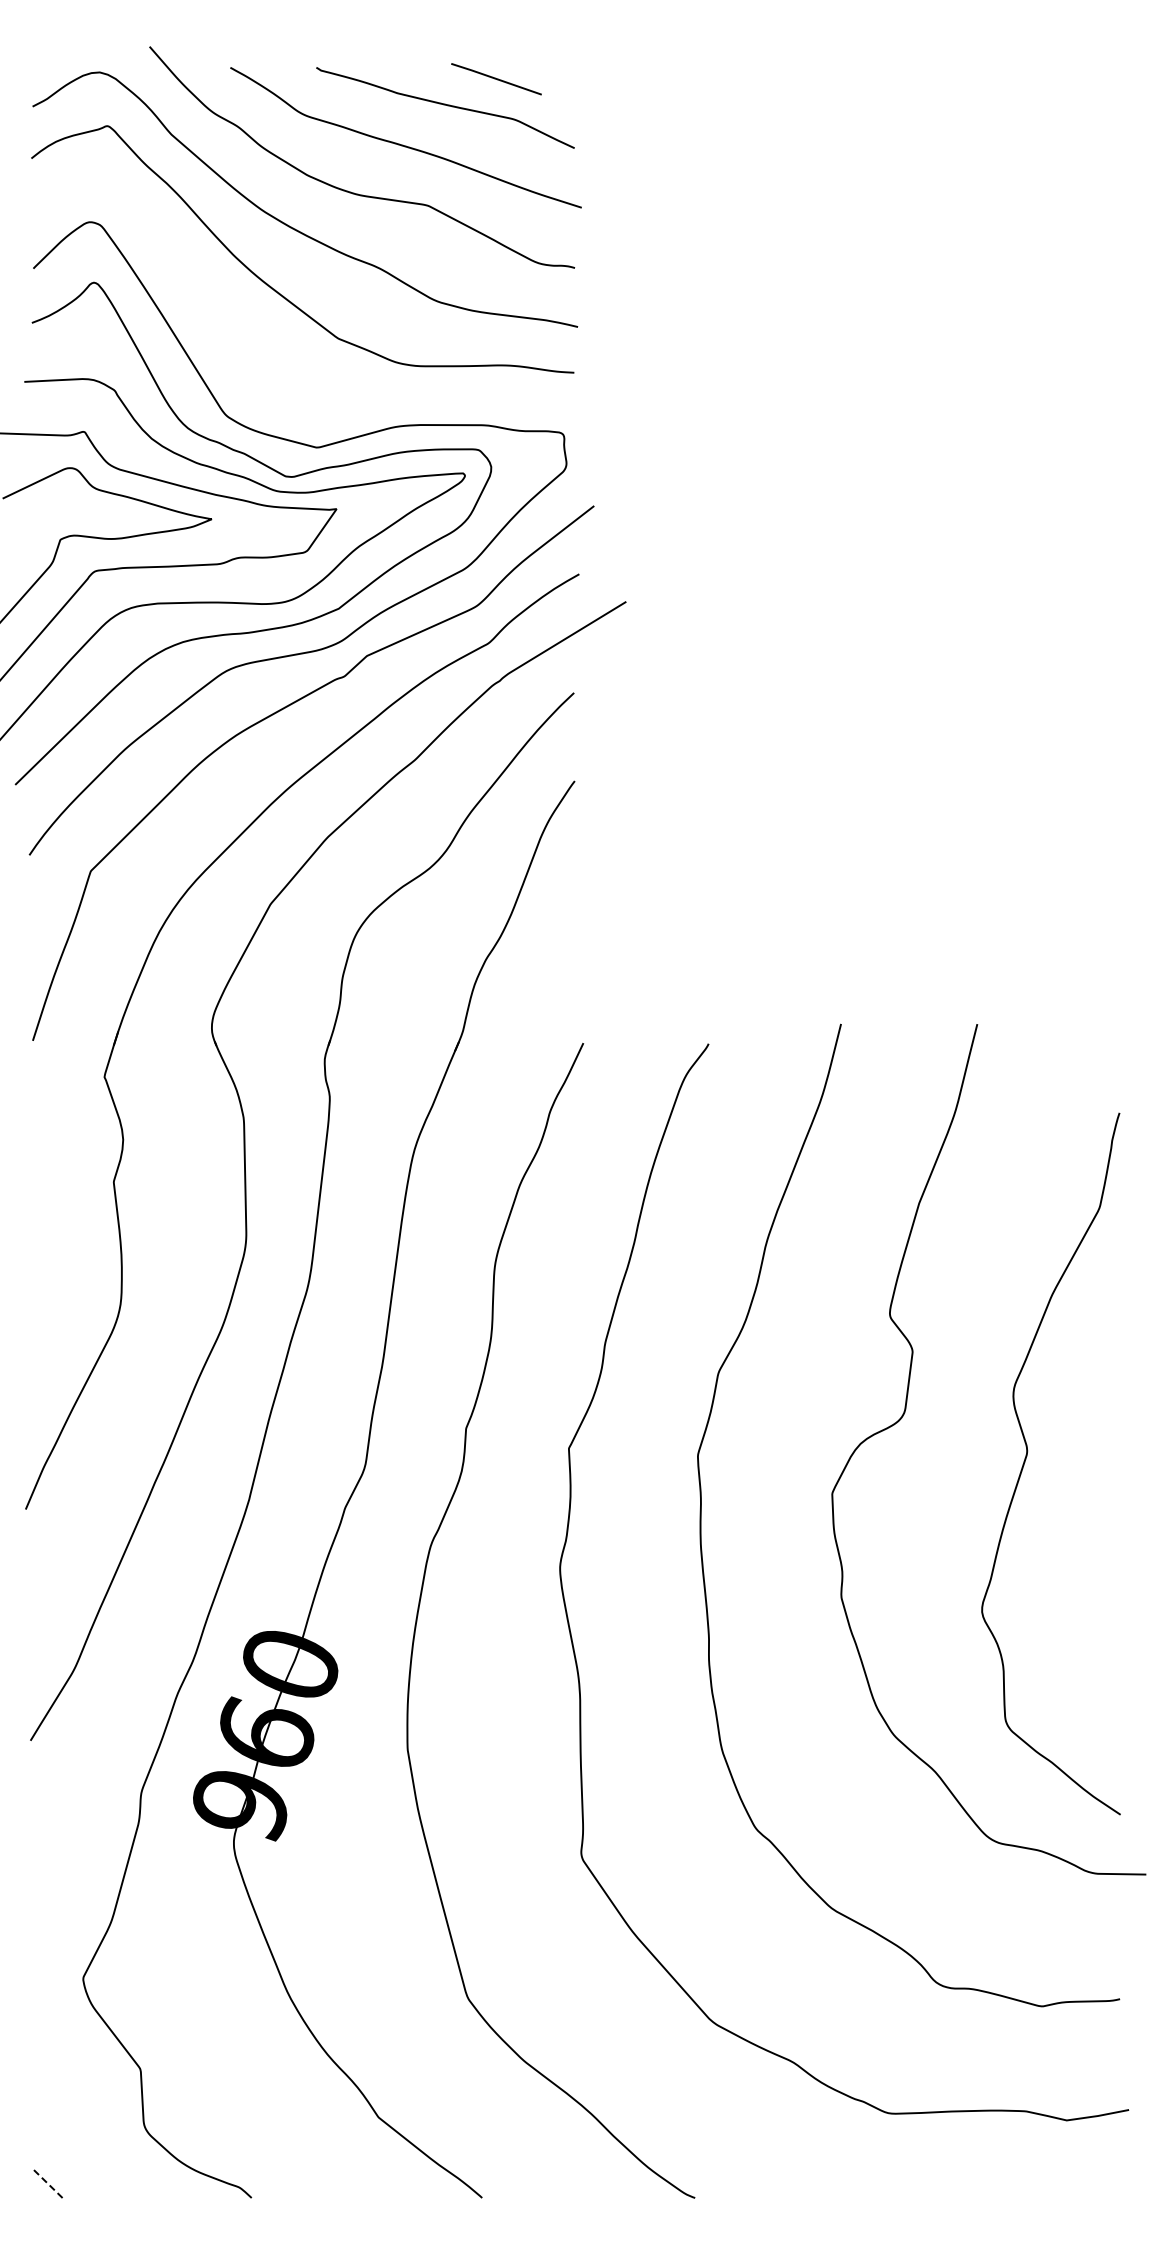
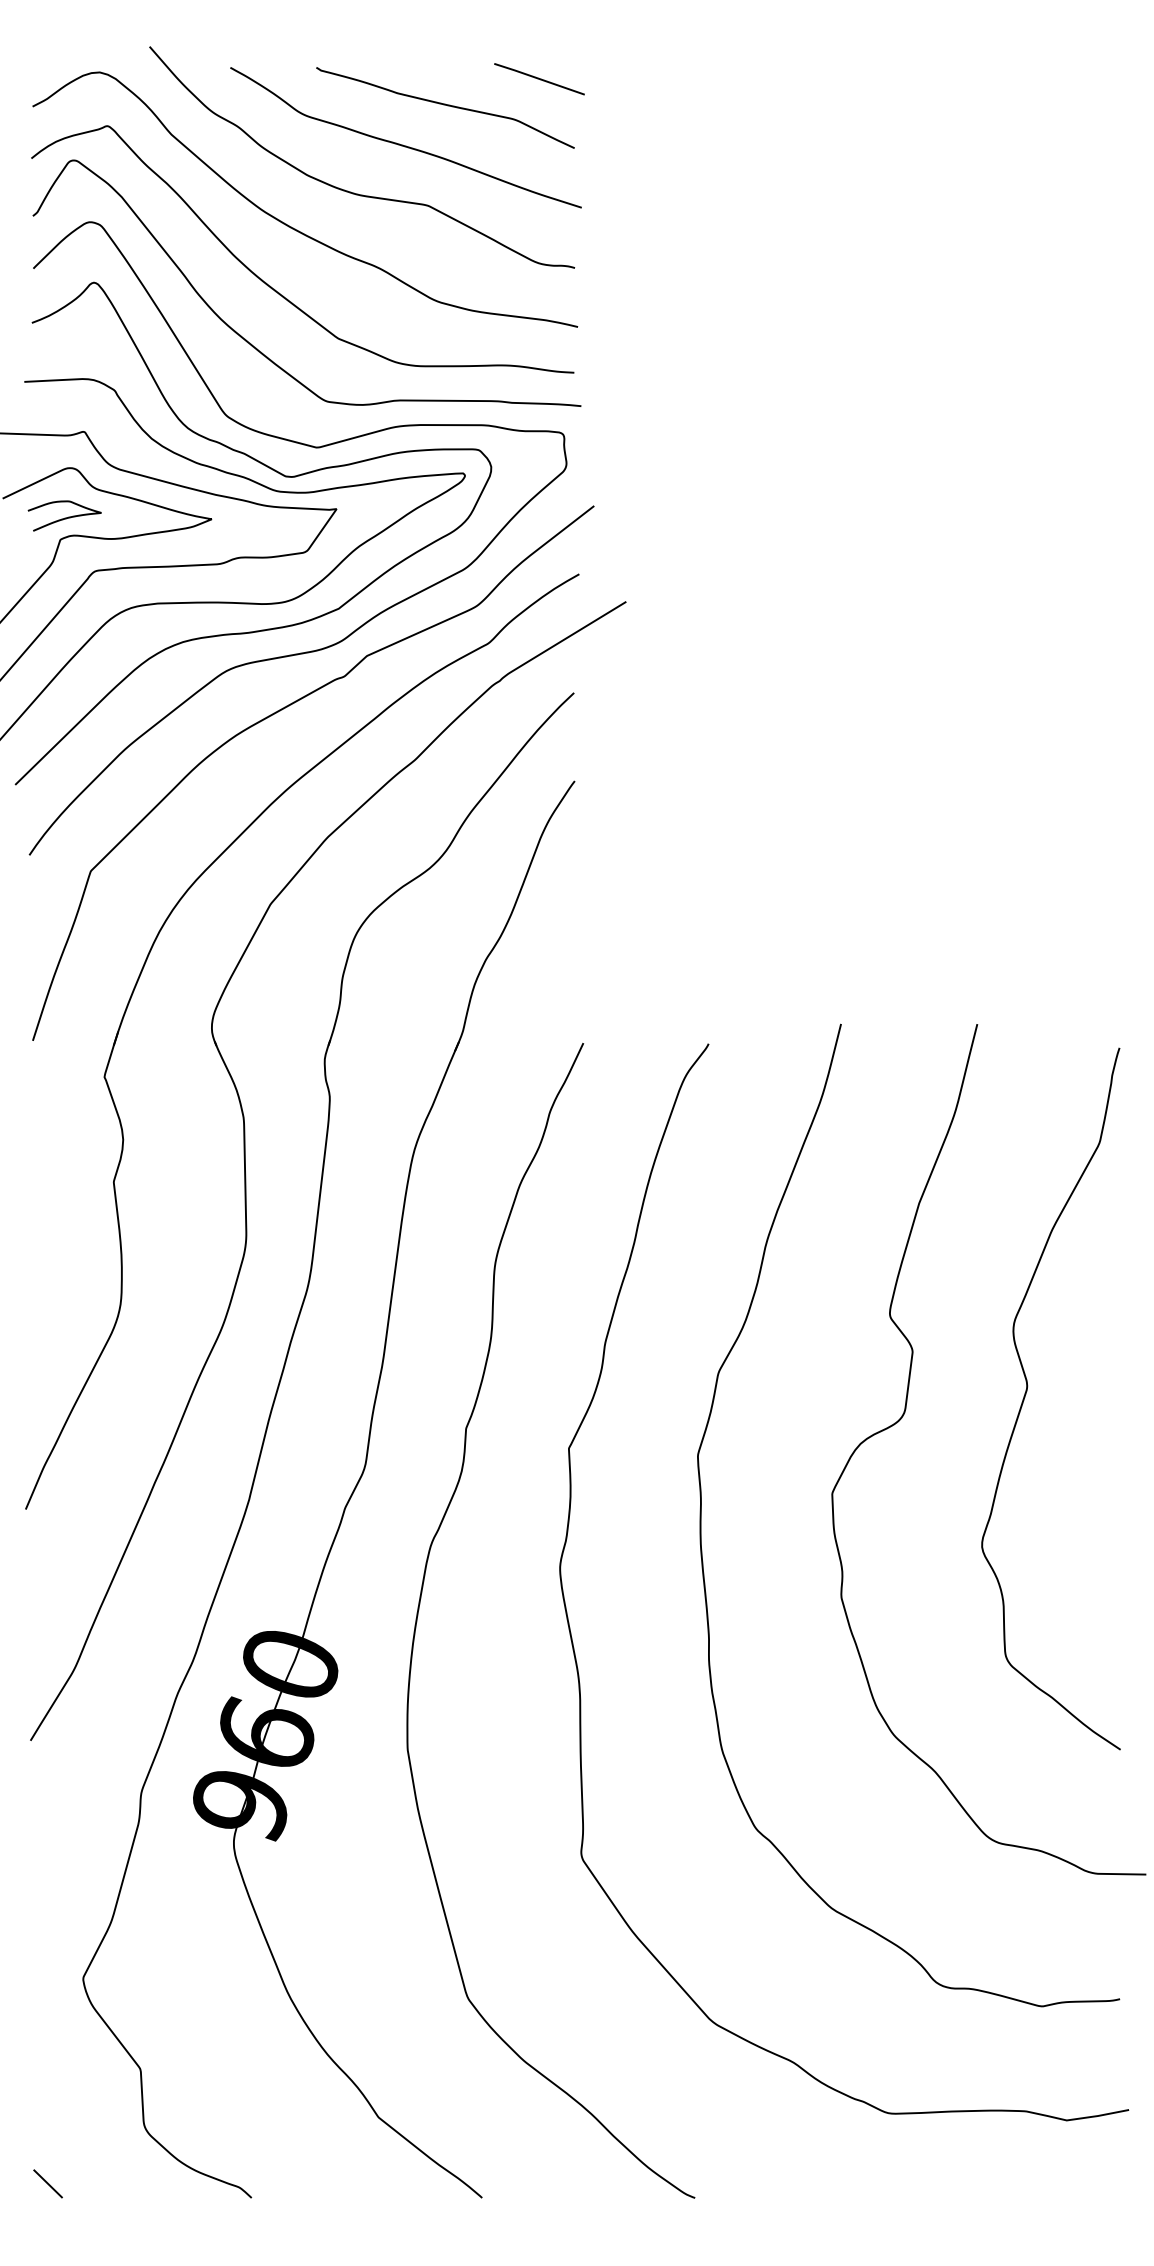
line at (496, 79) position: (496, 79) -> (539, 79)
curve at (256, 347): none -> present
curve at (64, 517): none -> present
curve at (1027, 1456) position: (1027, 1456) -> (1027, 1391)
line at (47, 2183): dashed -> solid
